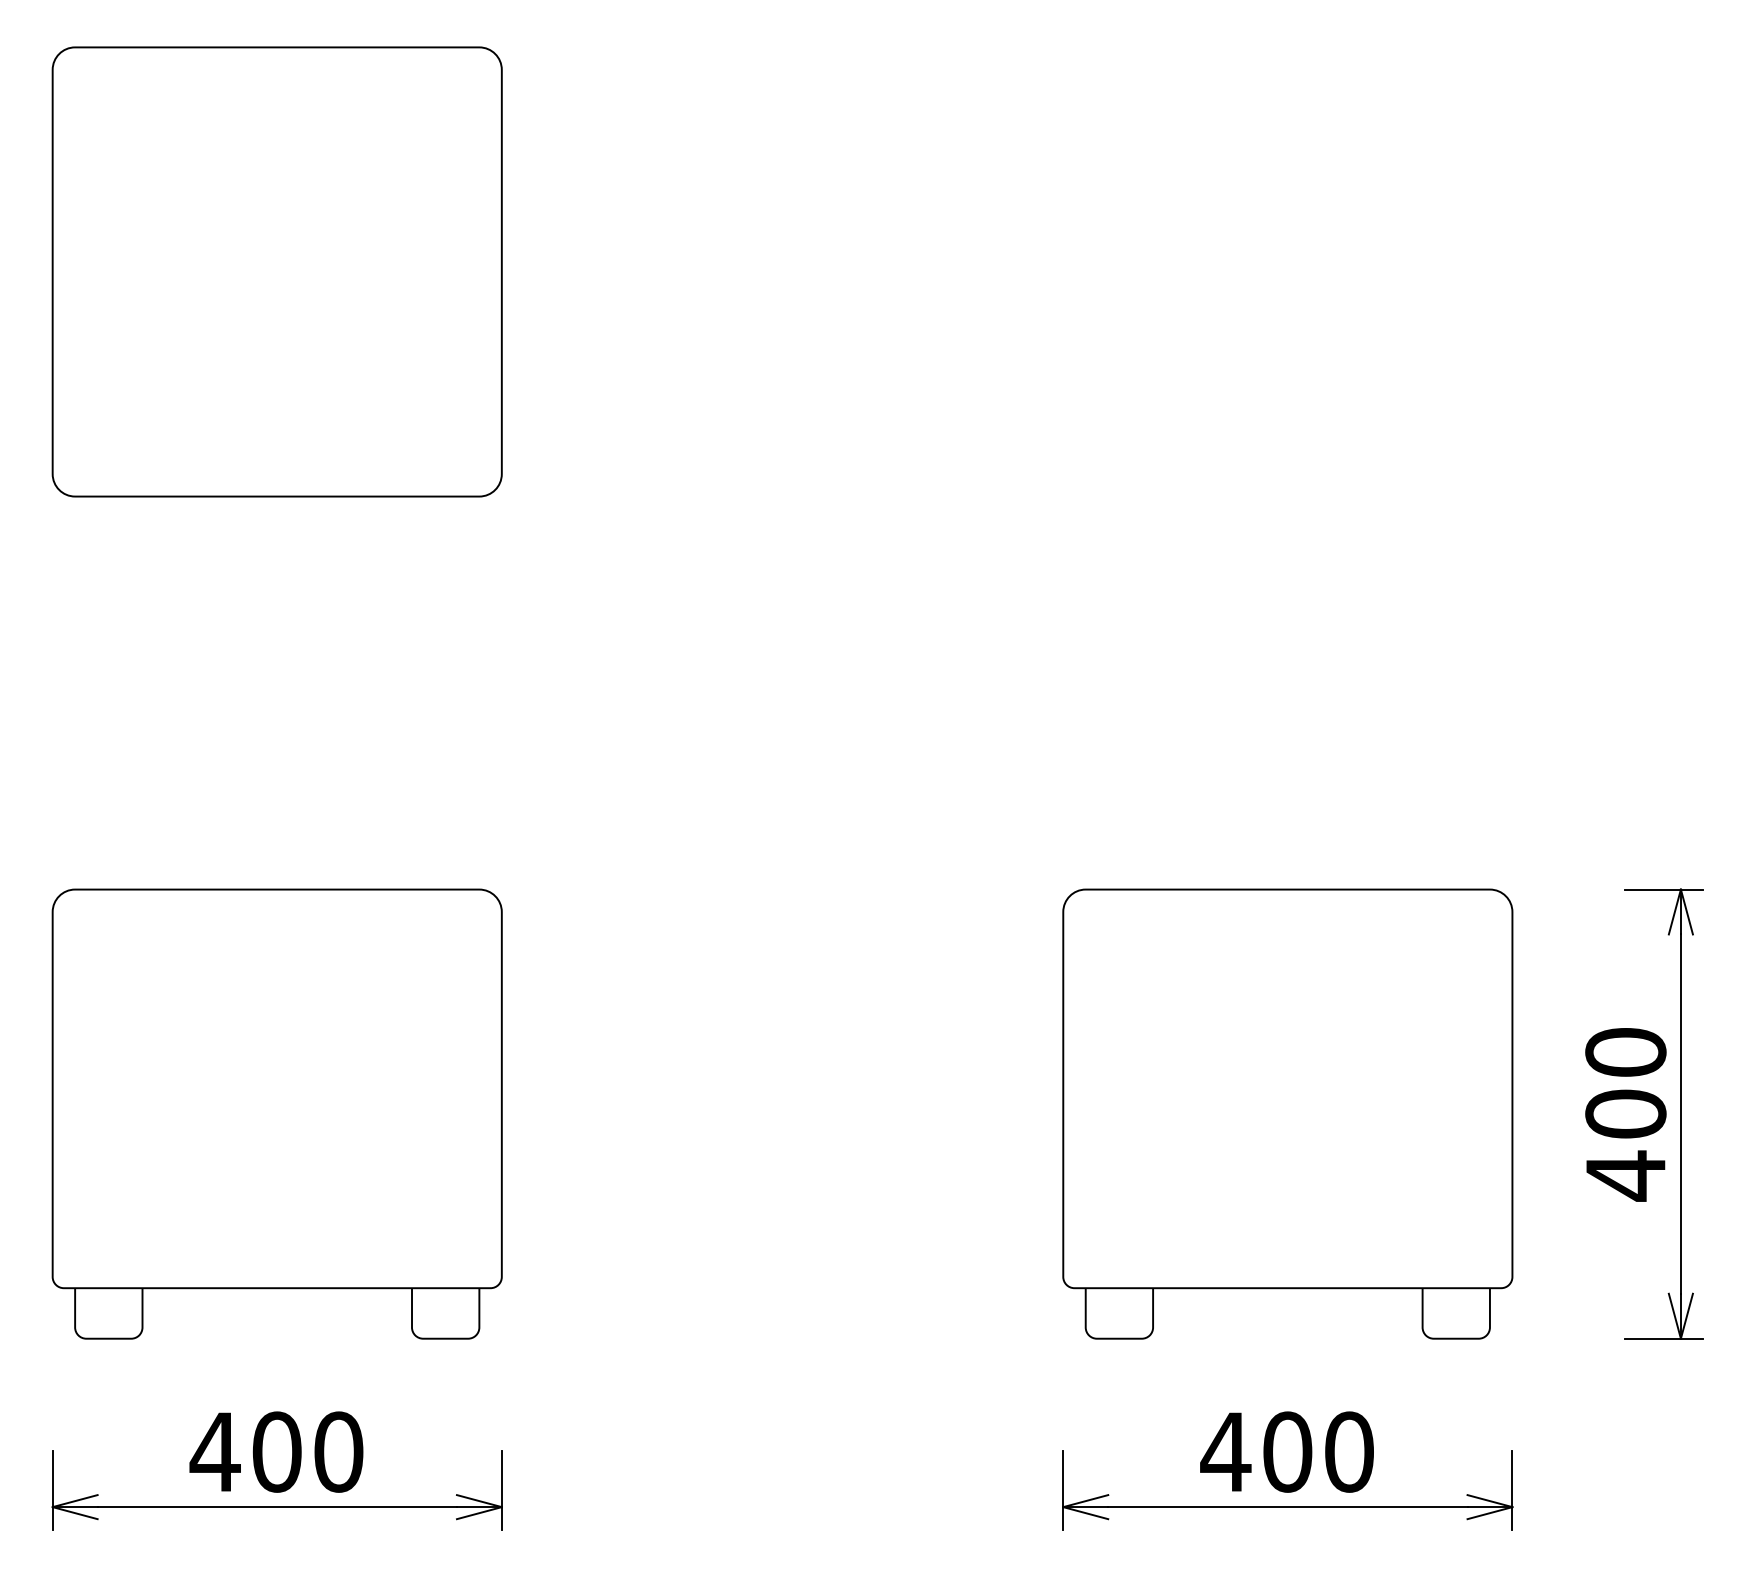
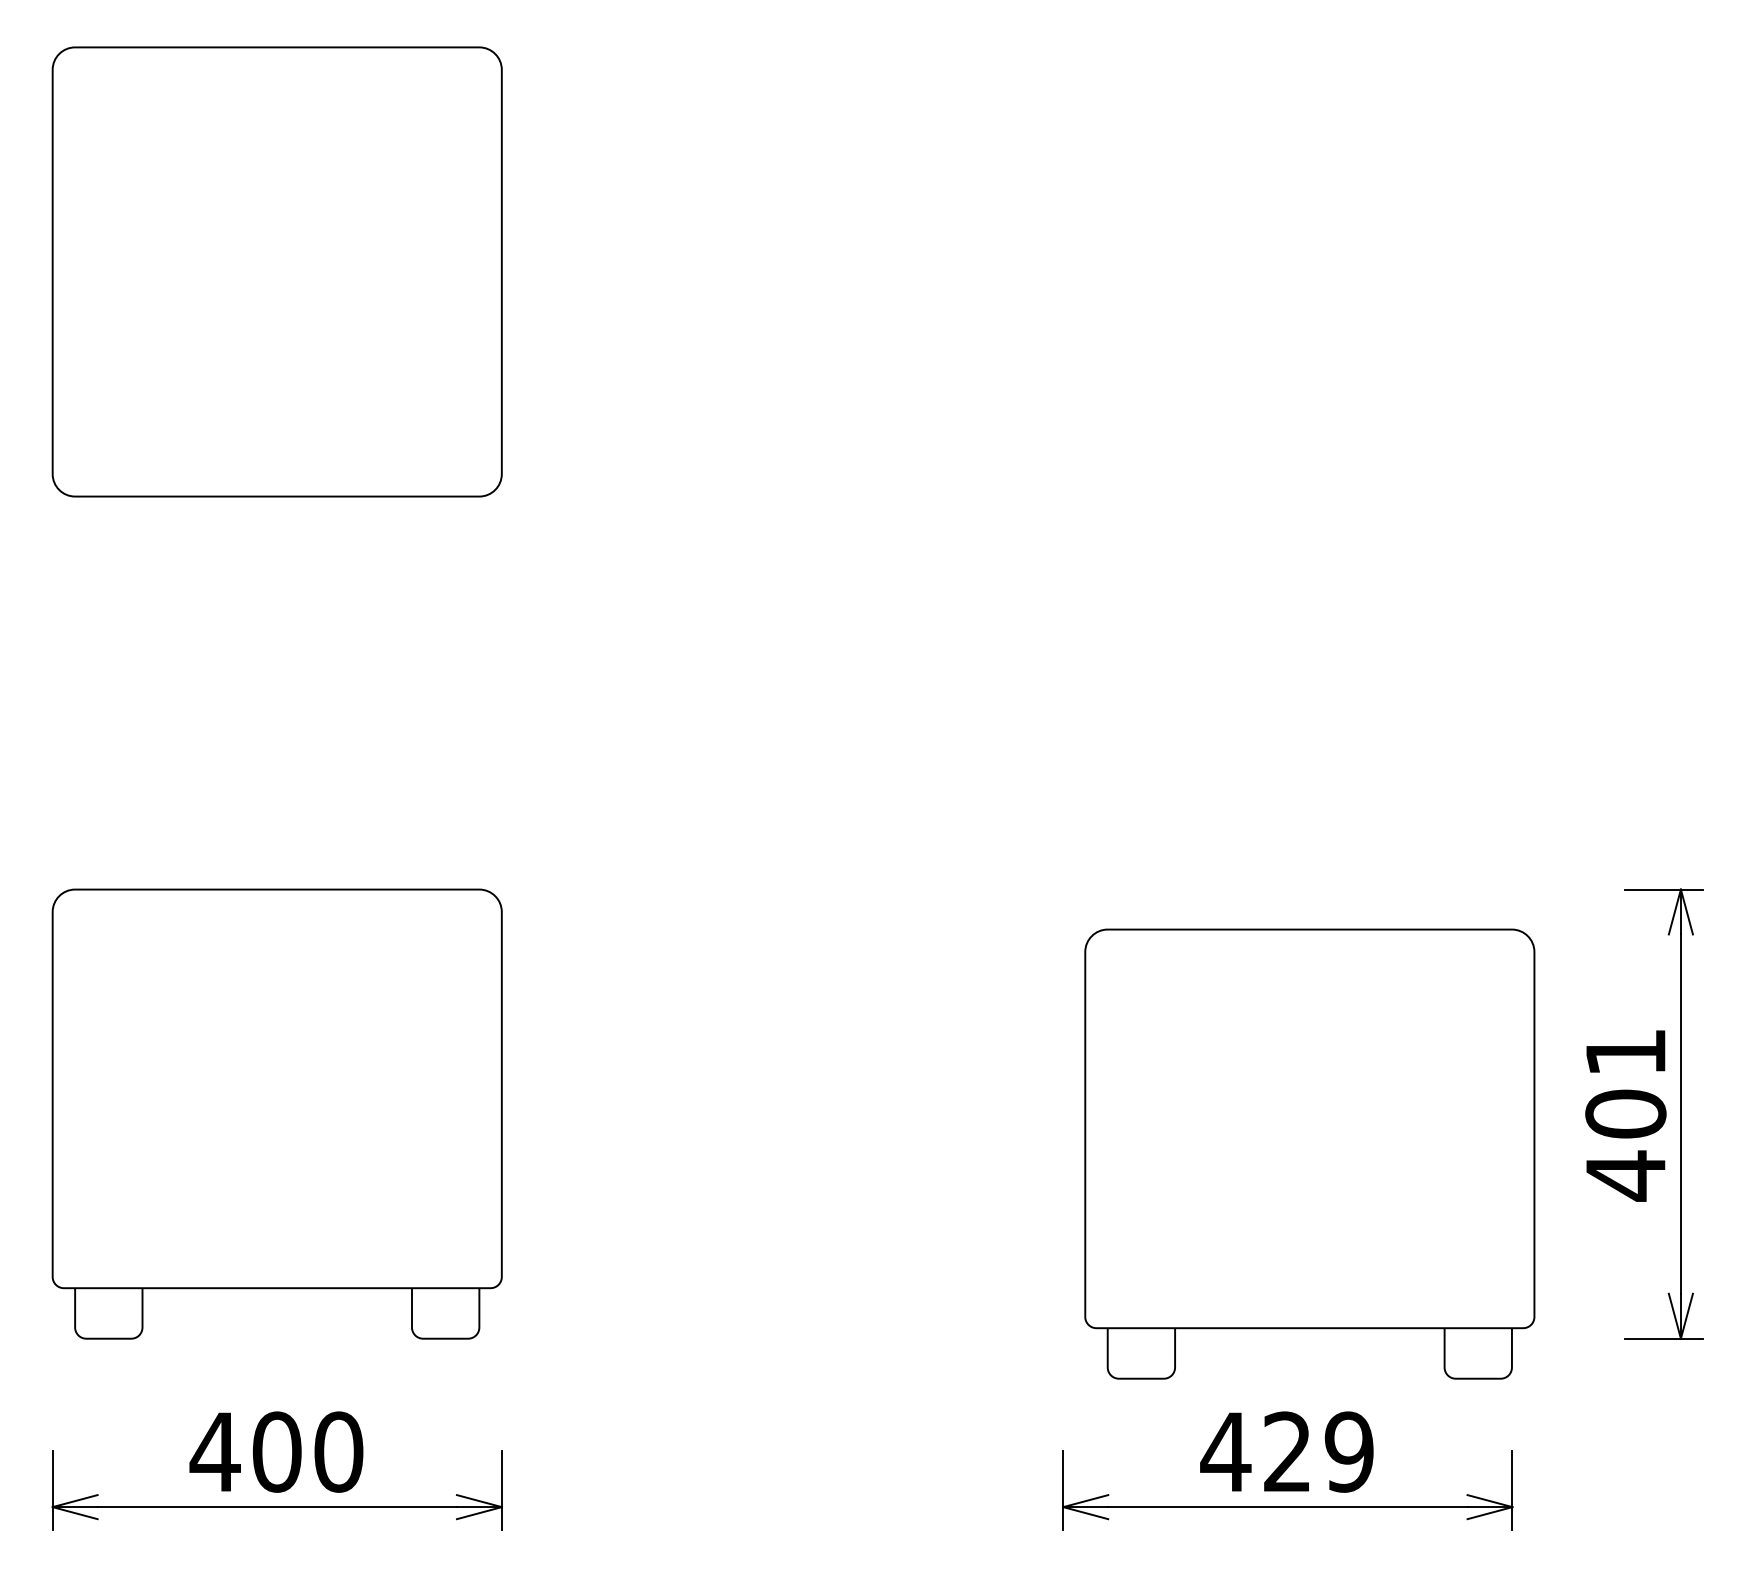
text at (1625, 1052): 400 -> 401
part at (1287, 1113) position: (1287, 1113) -> (1309, 1153)
text at (1318, 1451): 400 -> 429
